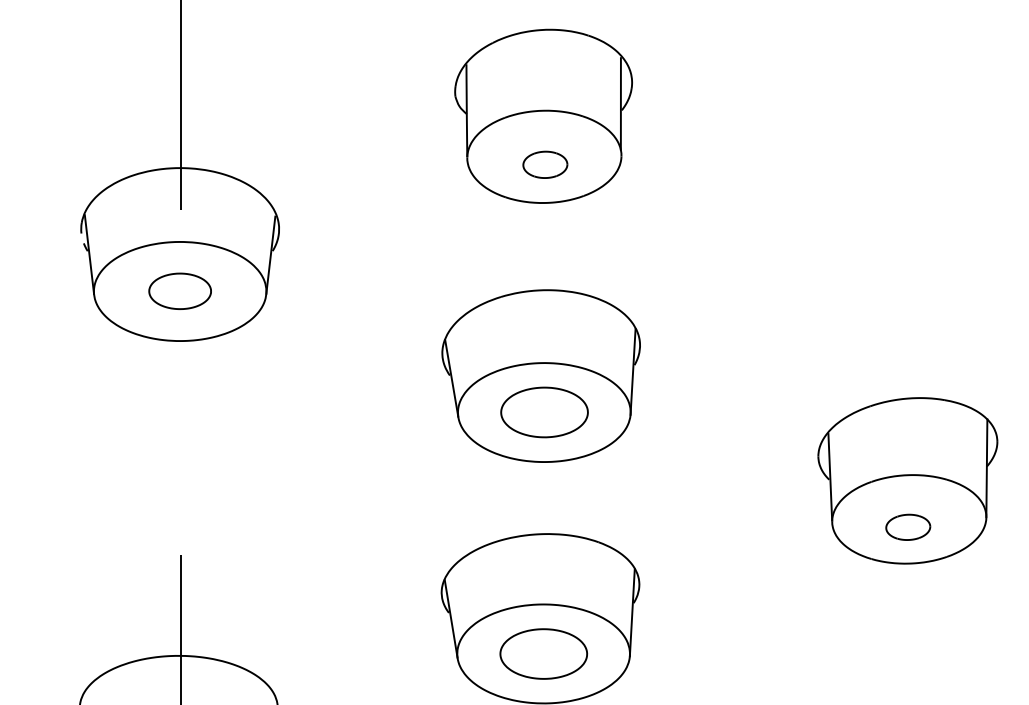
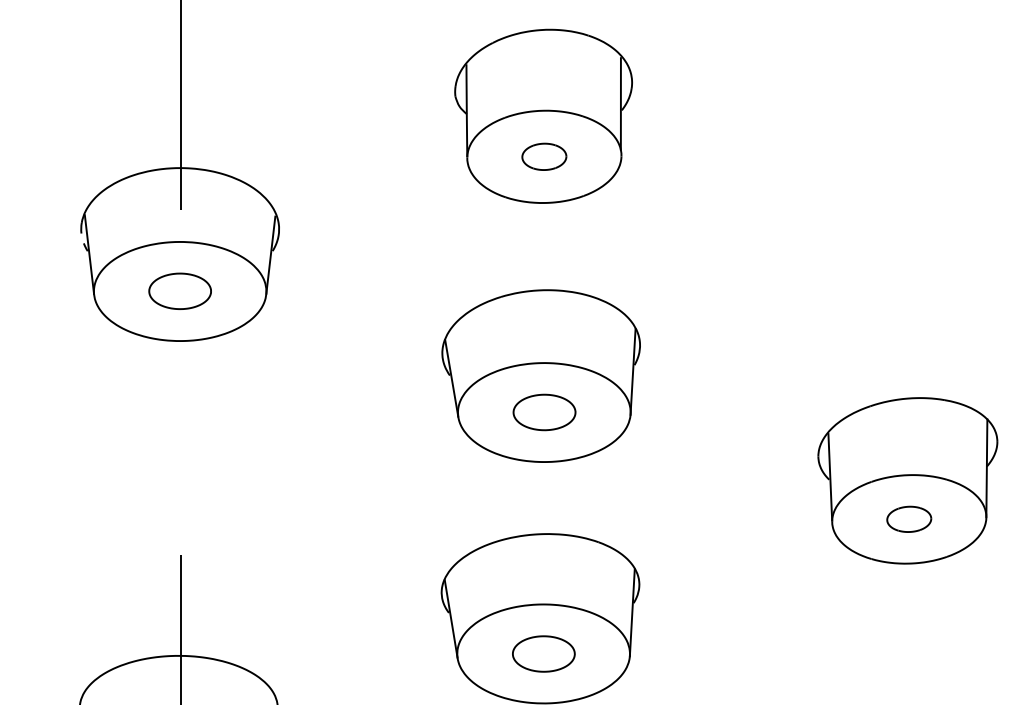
part at (545, 164) position: (545, 164) -> (544, 156)
part at (544, 412) size: 89x53 px -> 65x39 px
part at (908, 526) position: (908, 526) -> (909, 518)
part at (543, 653) size: 90x52 px -> 64x38 px
